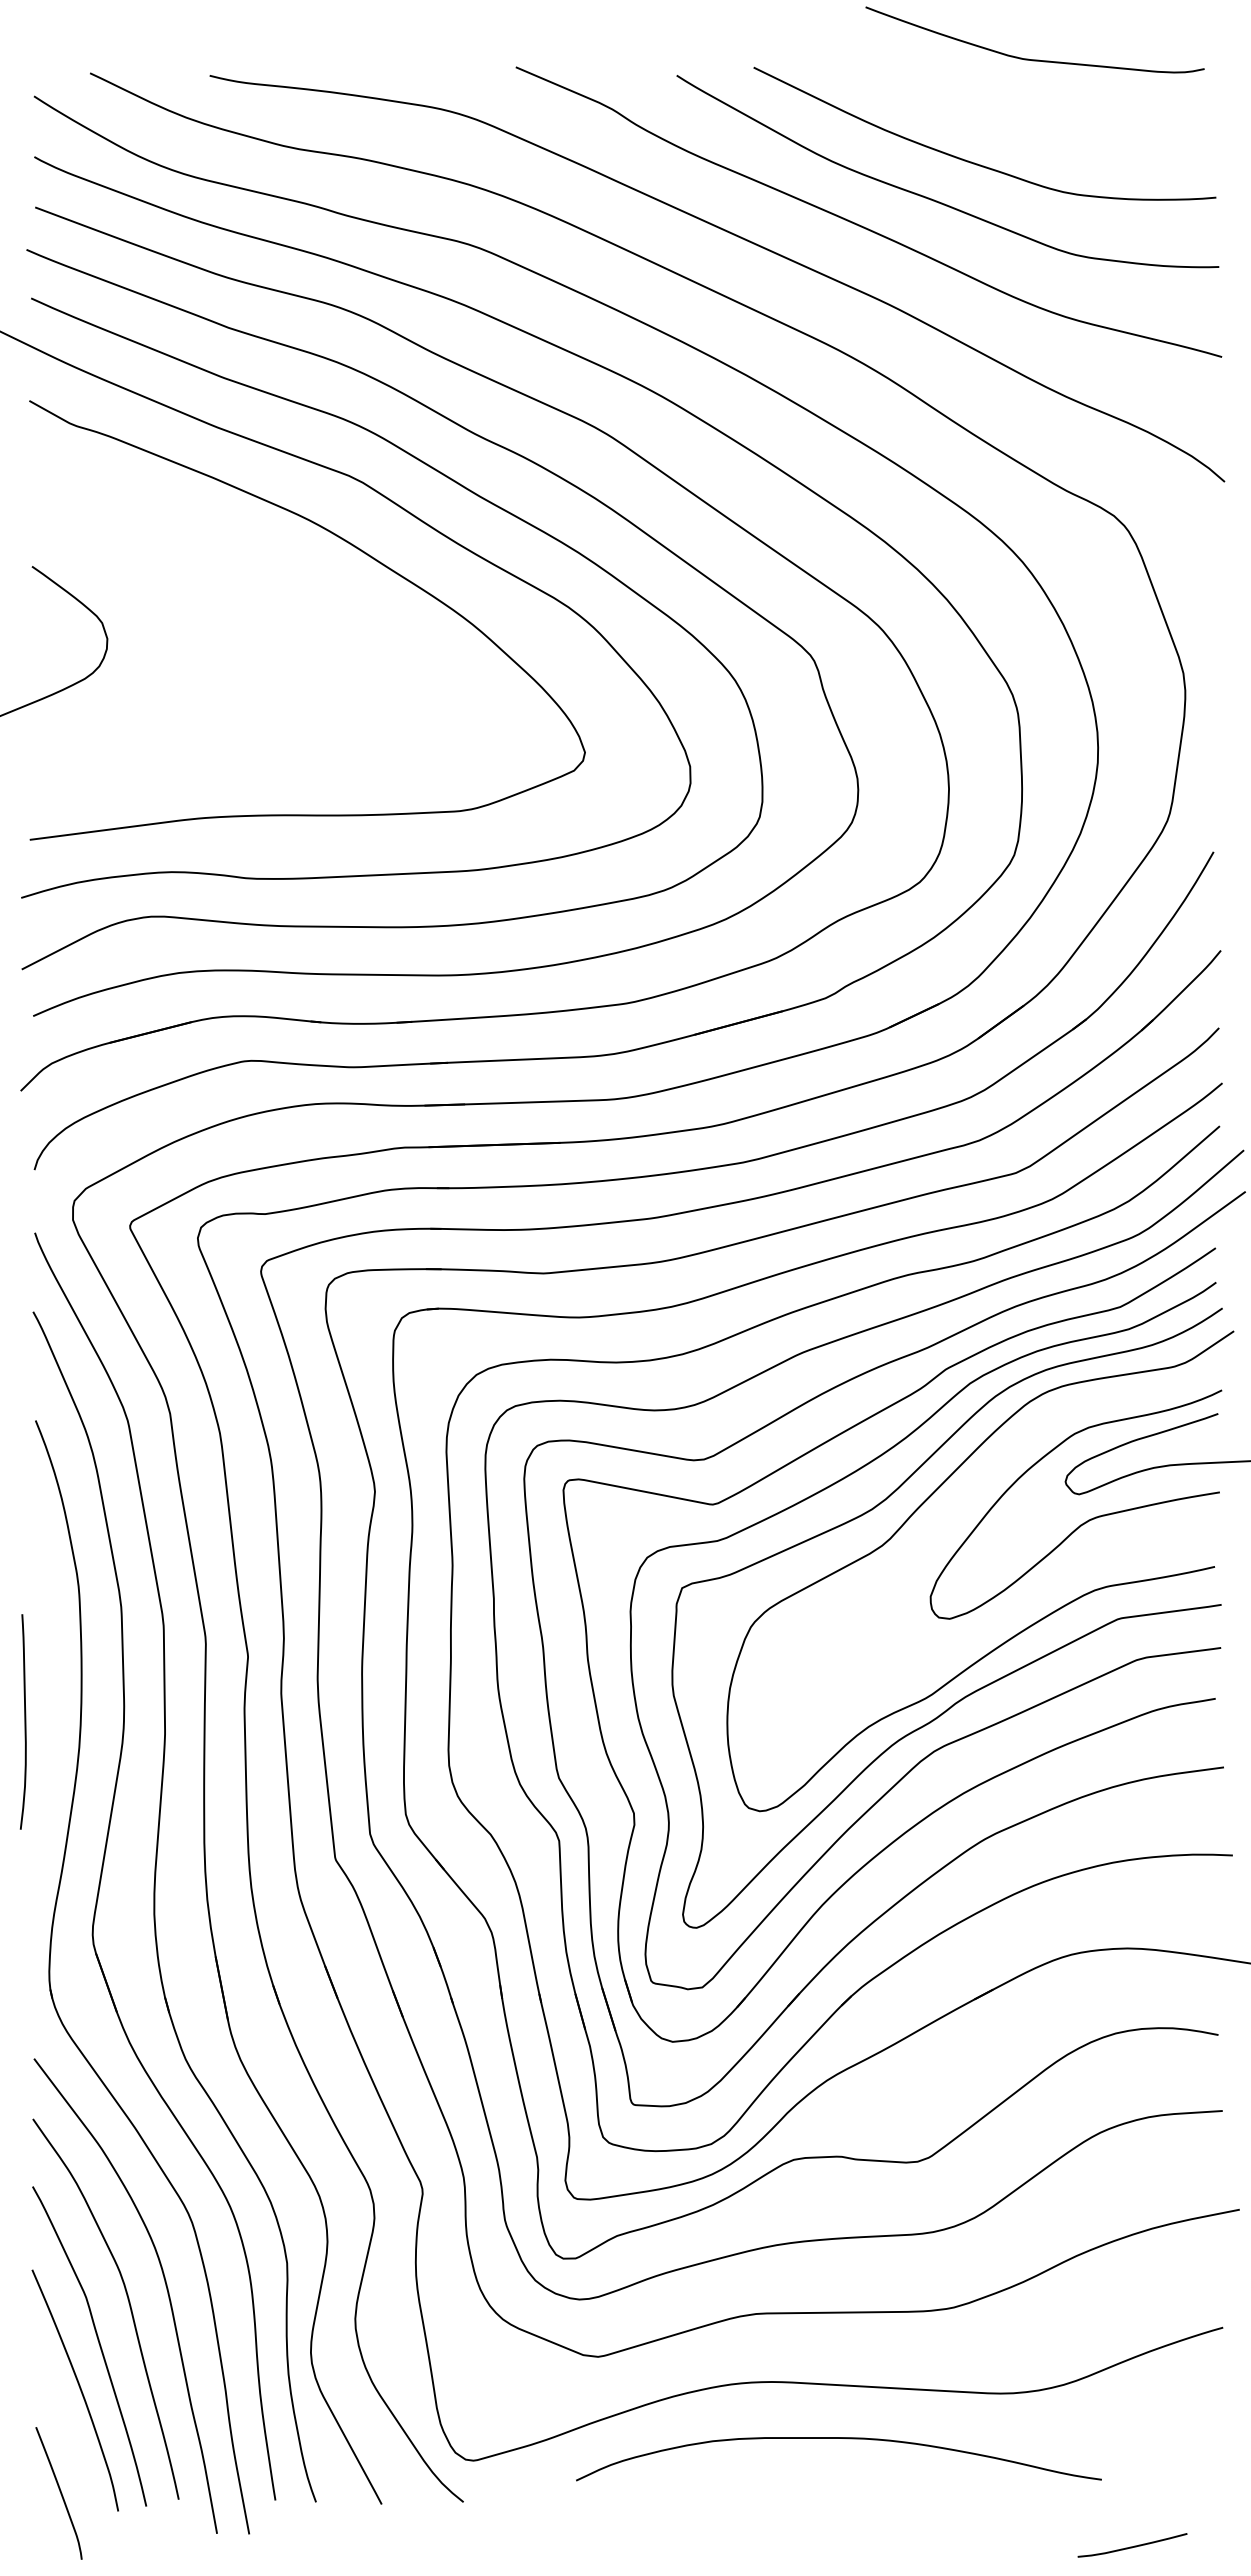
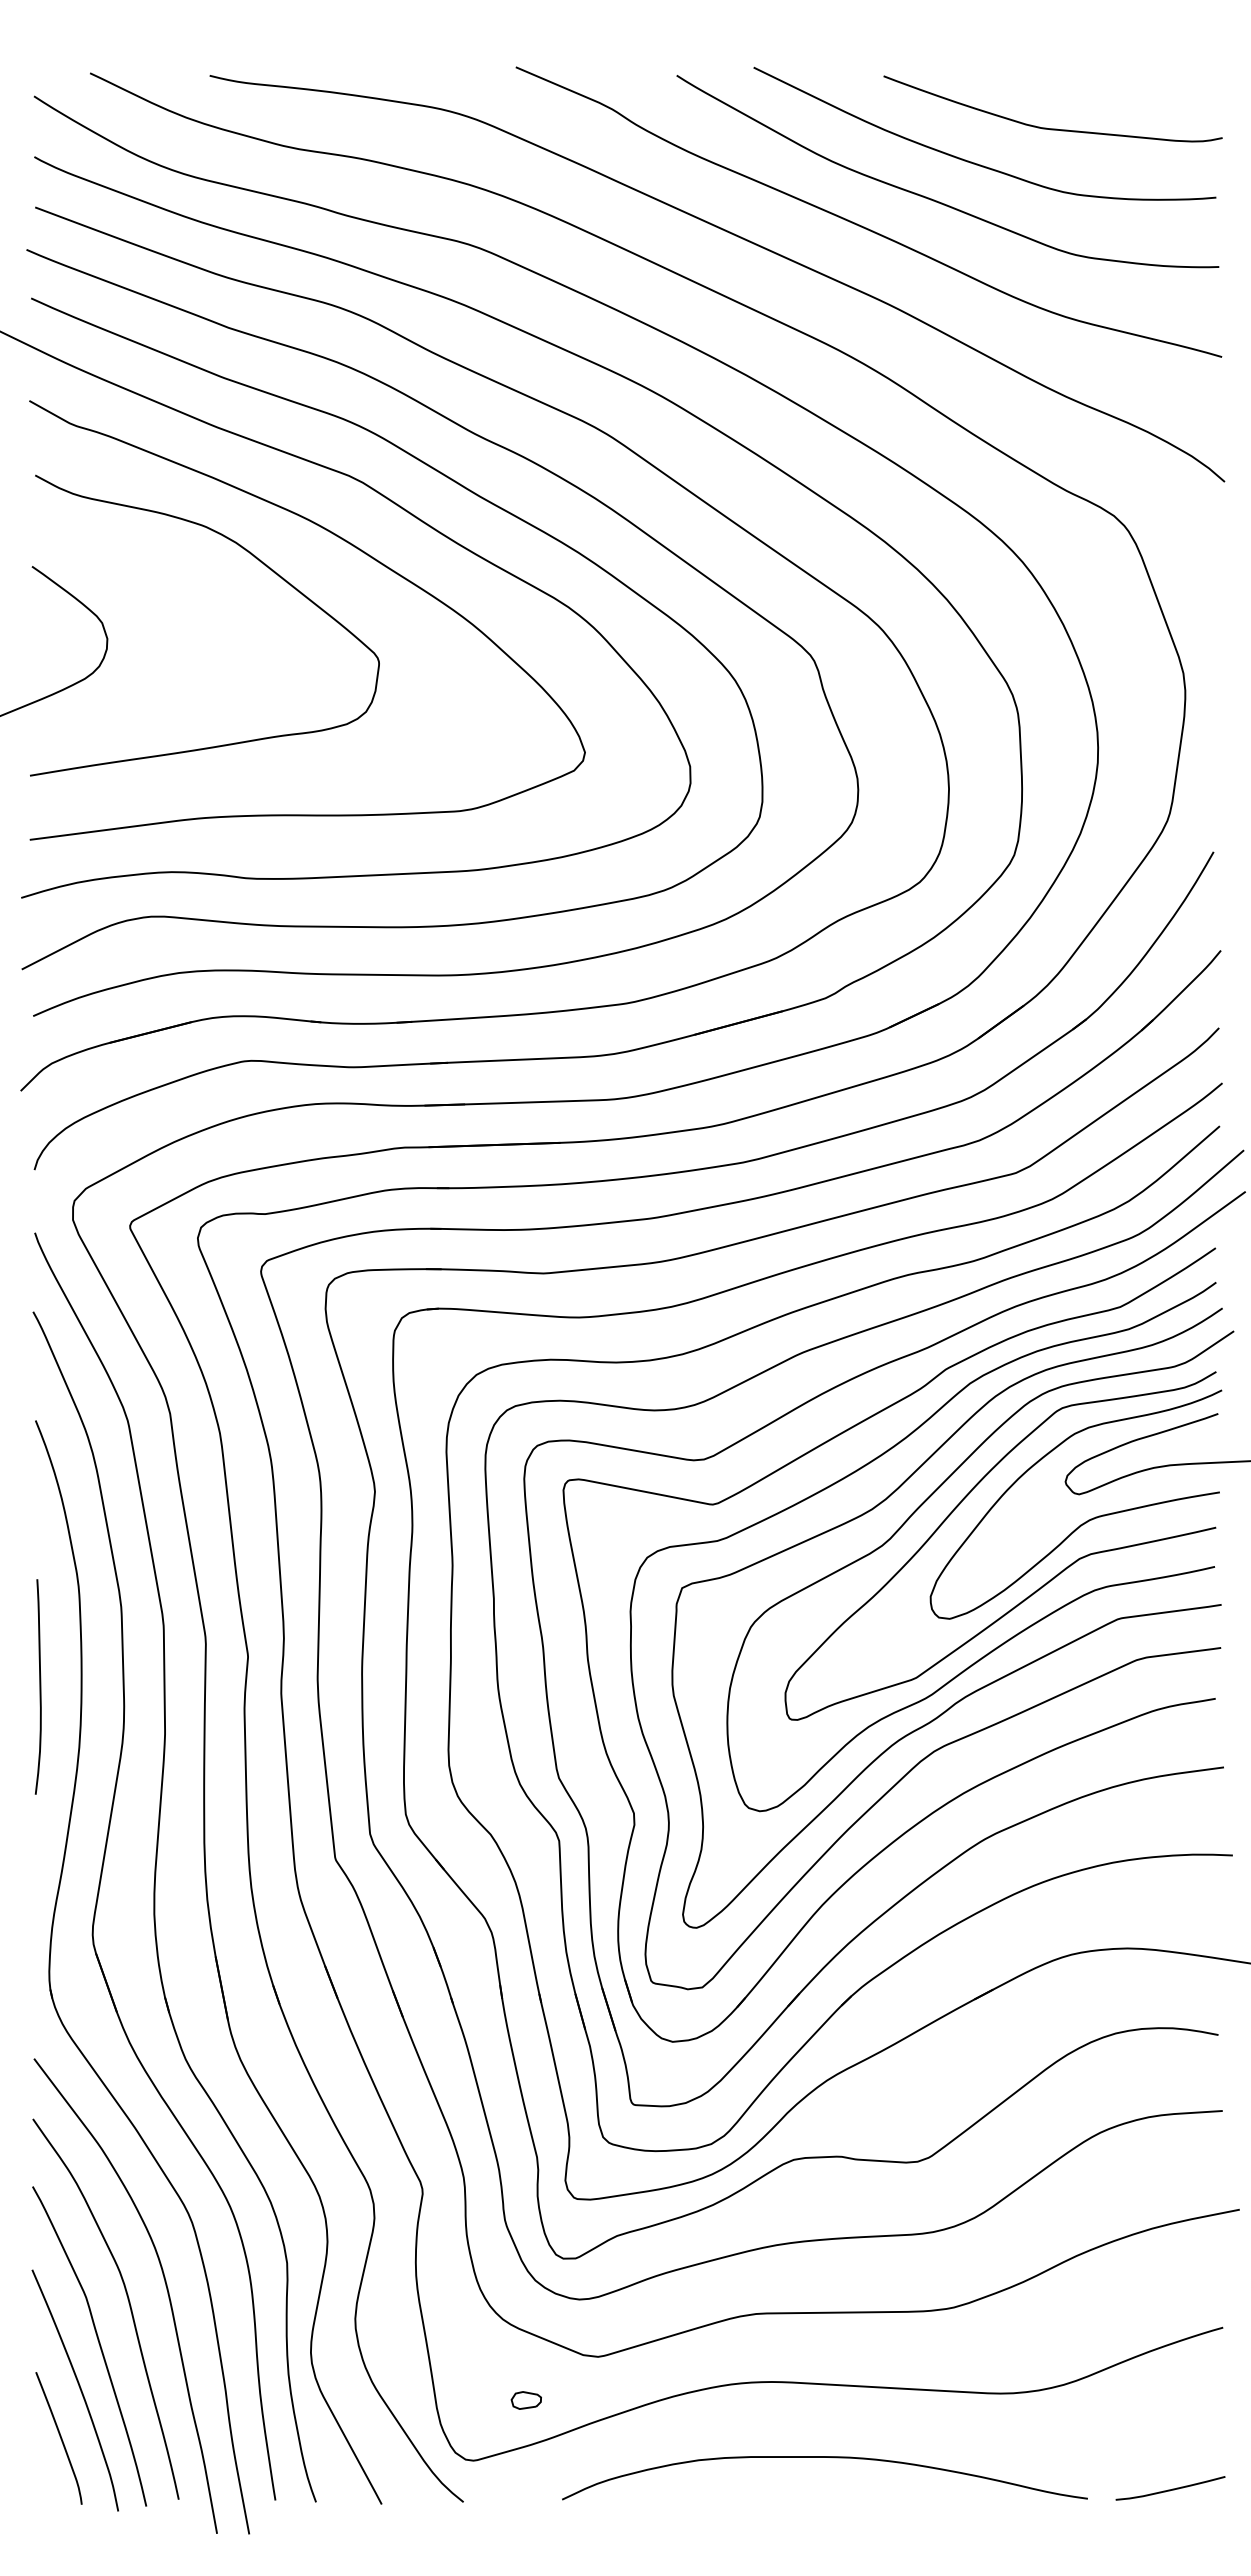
curve at (1028, 58) position: (1028, 58) -> (1046, 127)
curve at (256, 559): none -> present
curve at (1035, 1590): none -> present
curve at (24, 1721) position: (24, 1721) -> (39, 1686)
part at (525, 2400): none -> present
curve at (838, 2438) position: (838, 2438) -> (824, 2457)
curve at (60, 2493) position: (60, 2493) -> (60, 2438)
curve at (1132, 2546) position: (1132, 2546) -> (1170, 2489)
